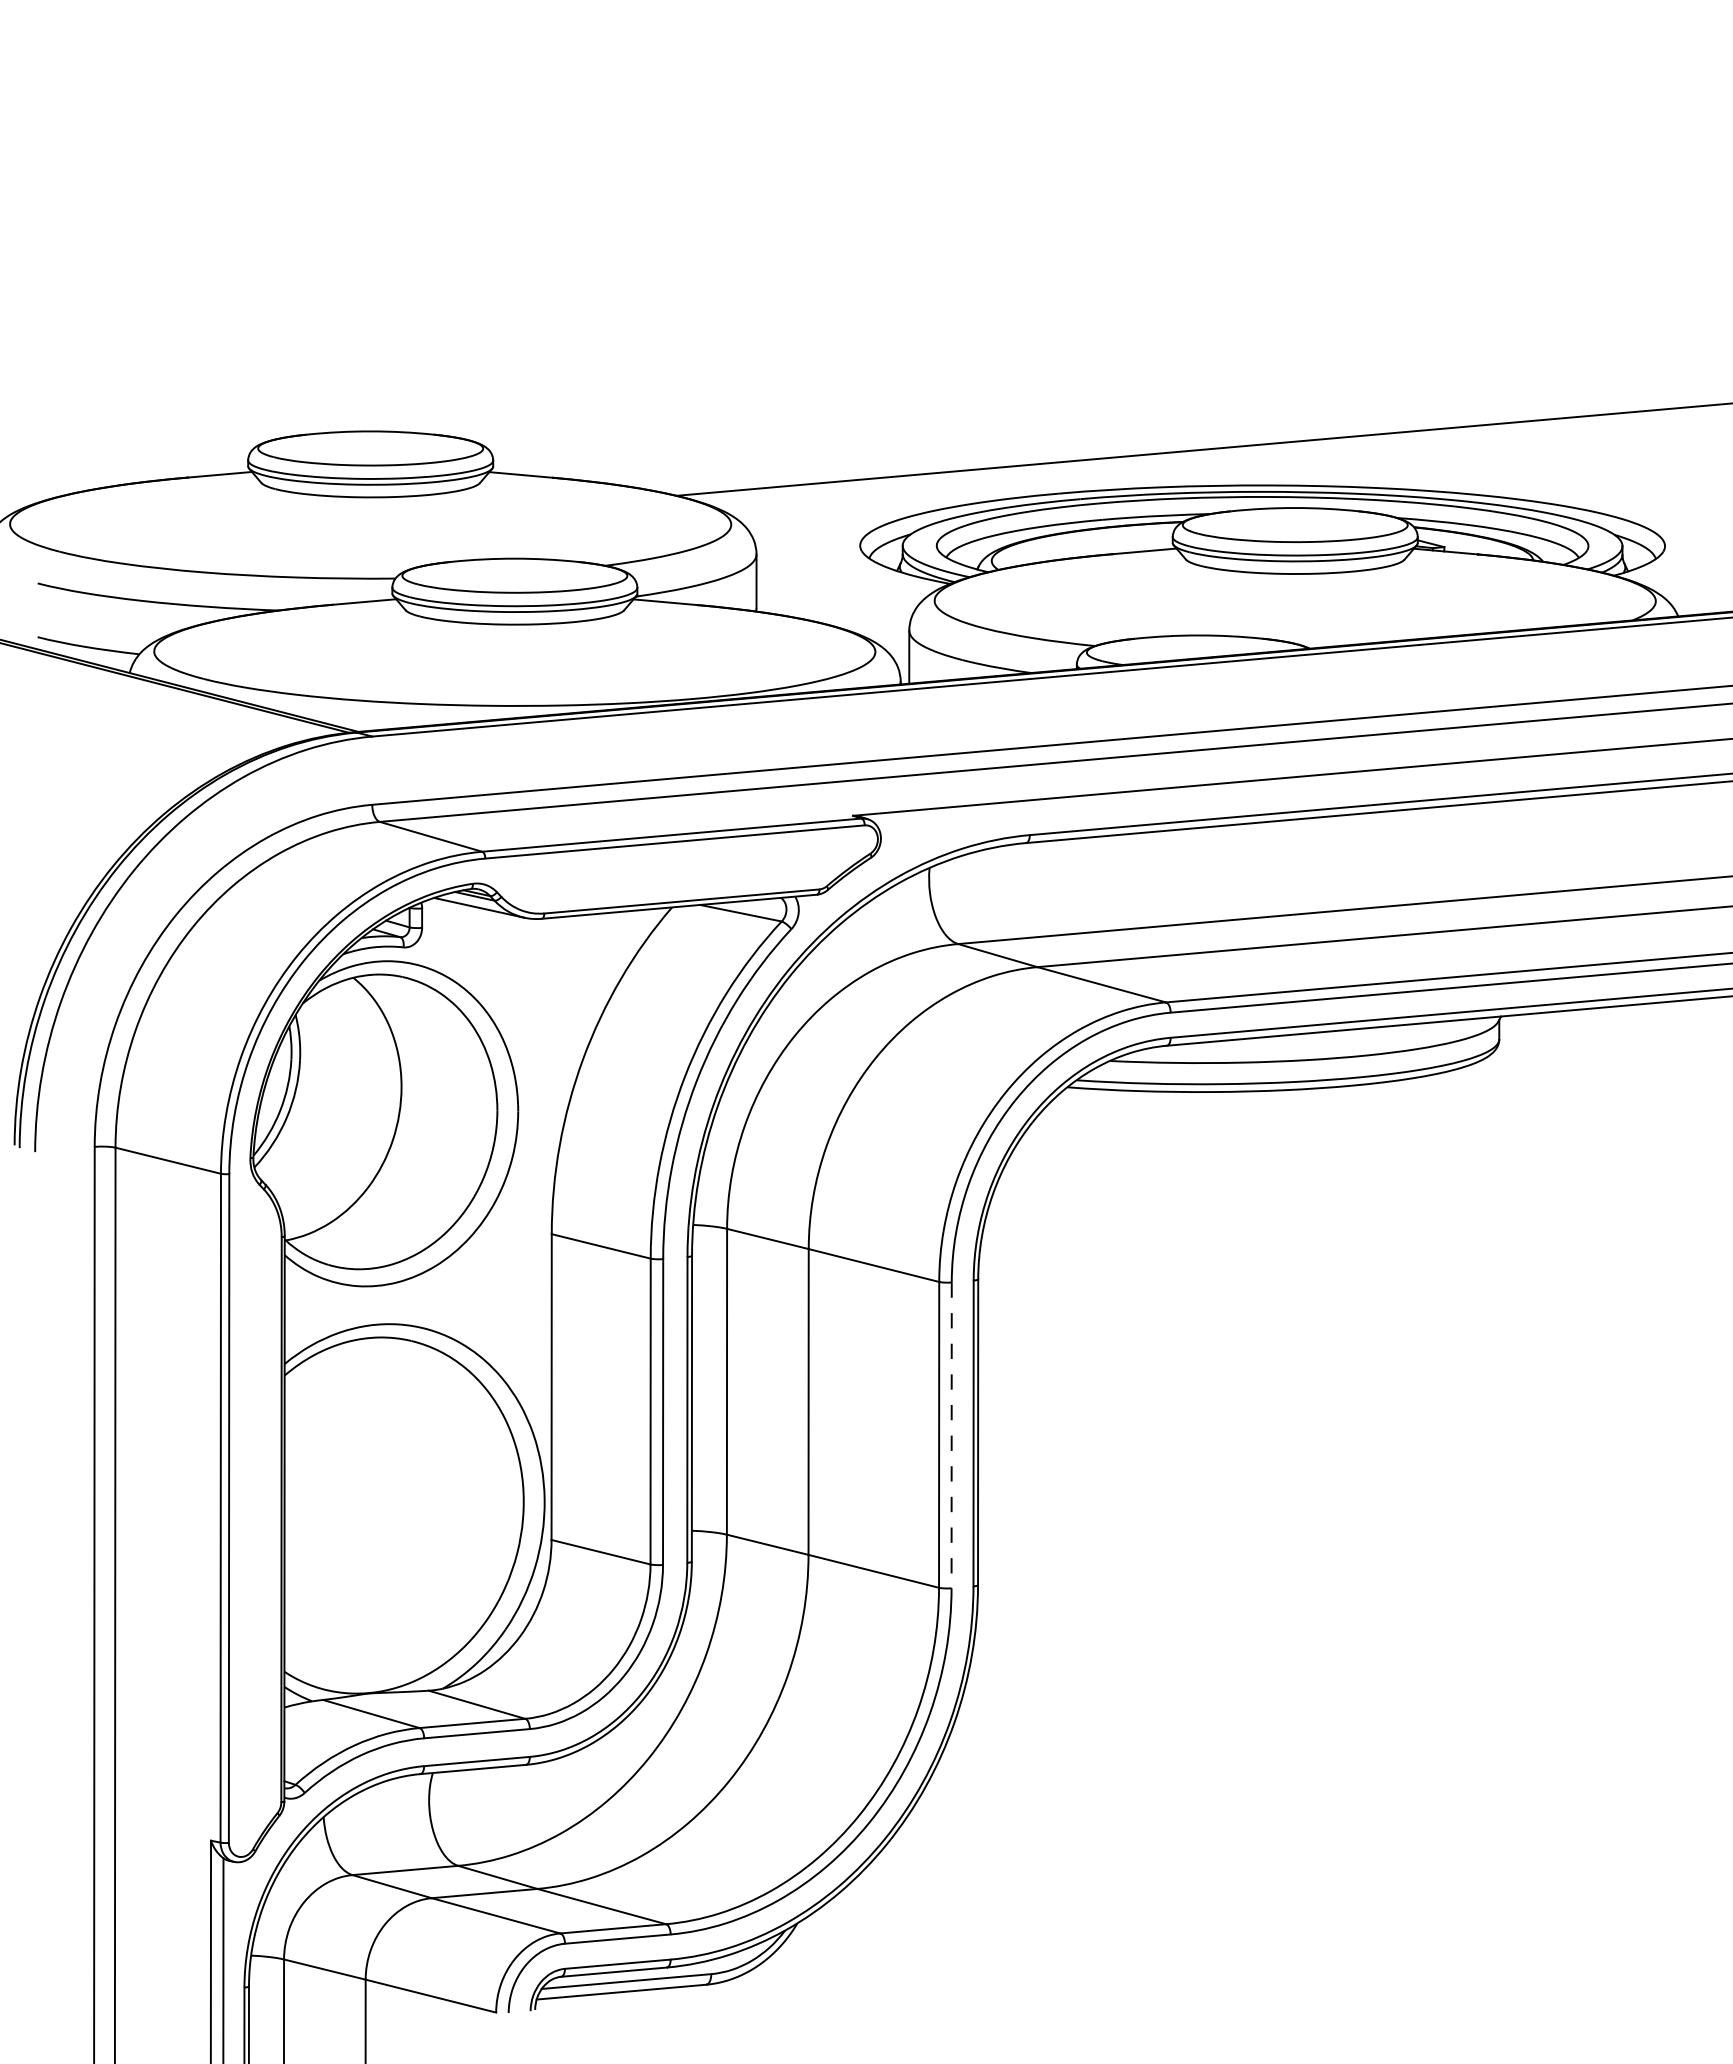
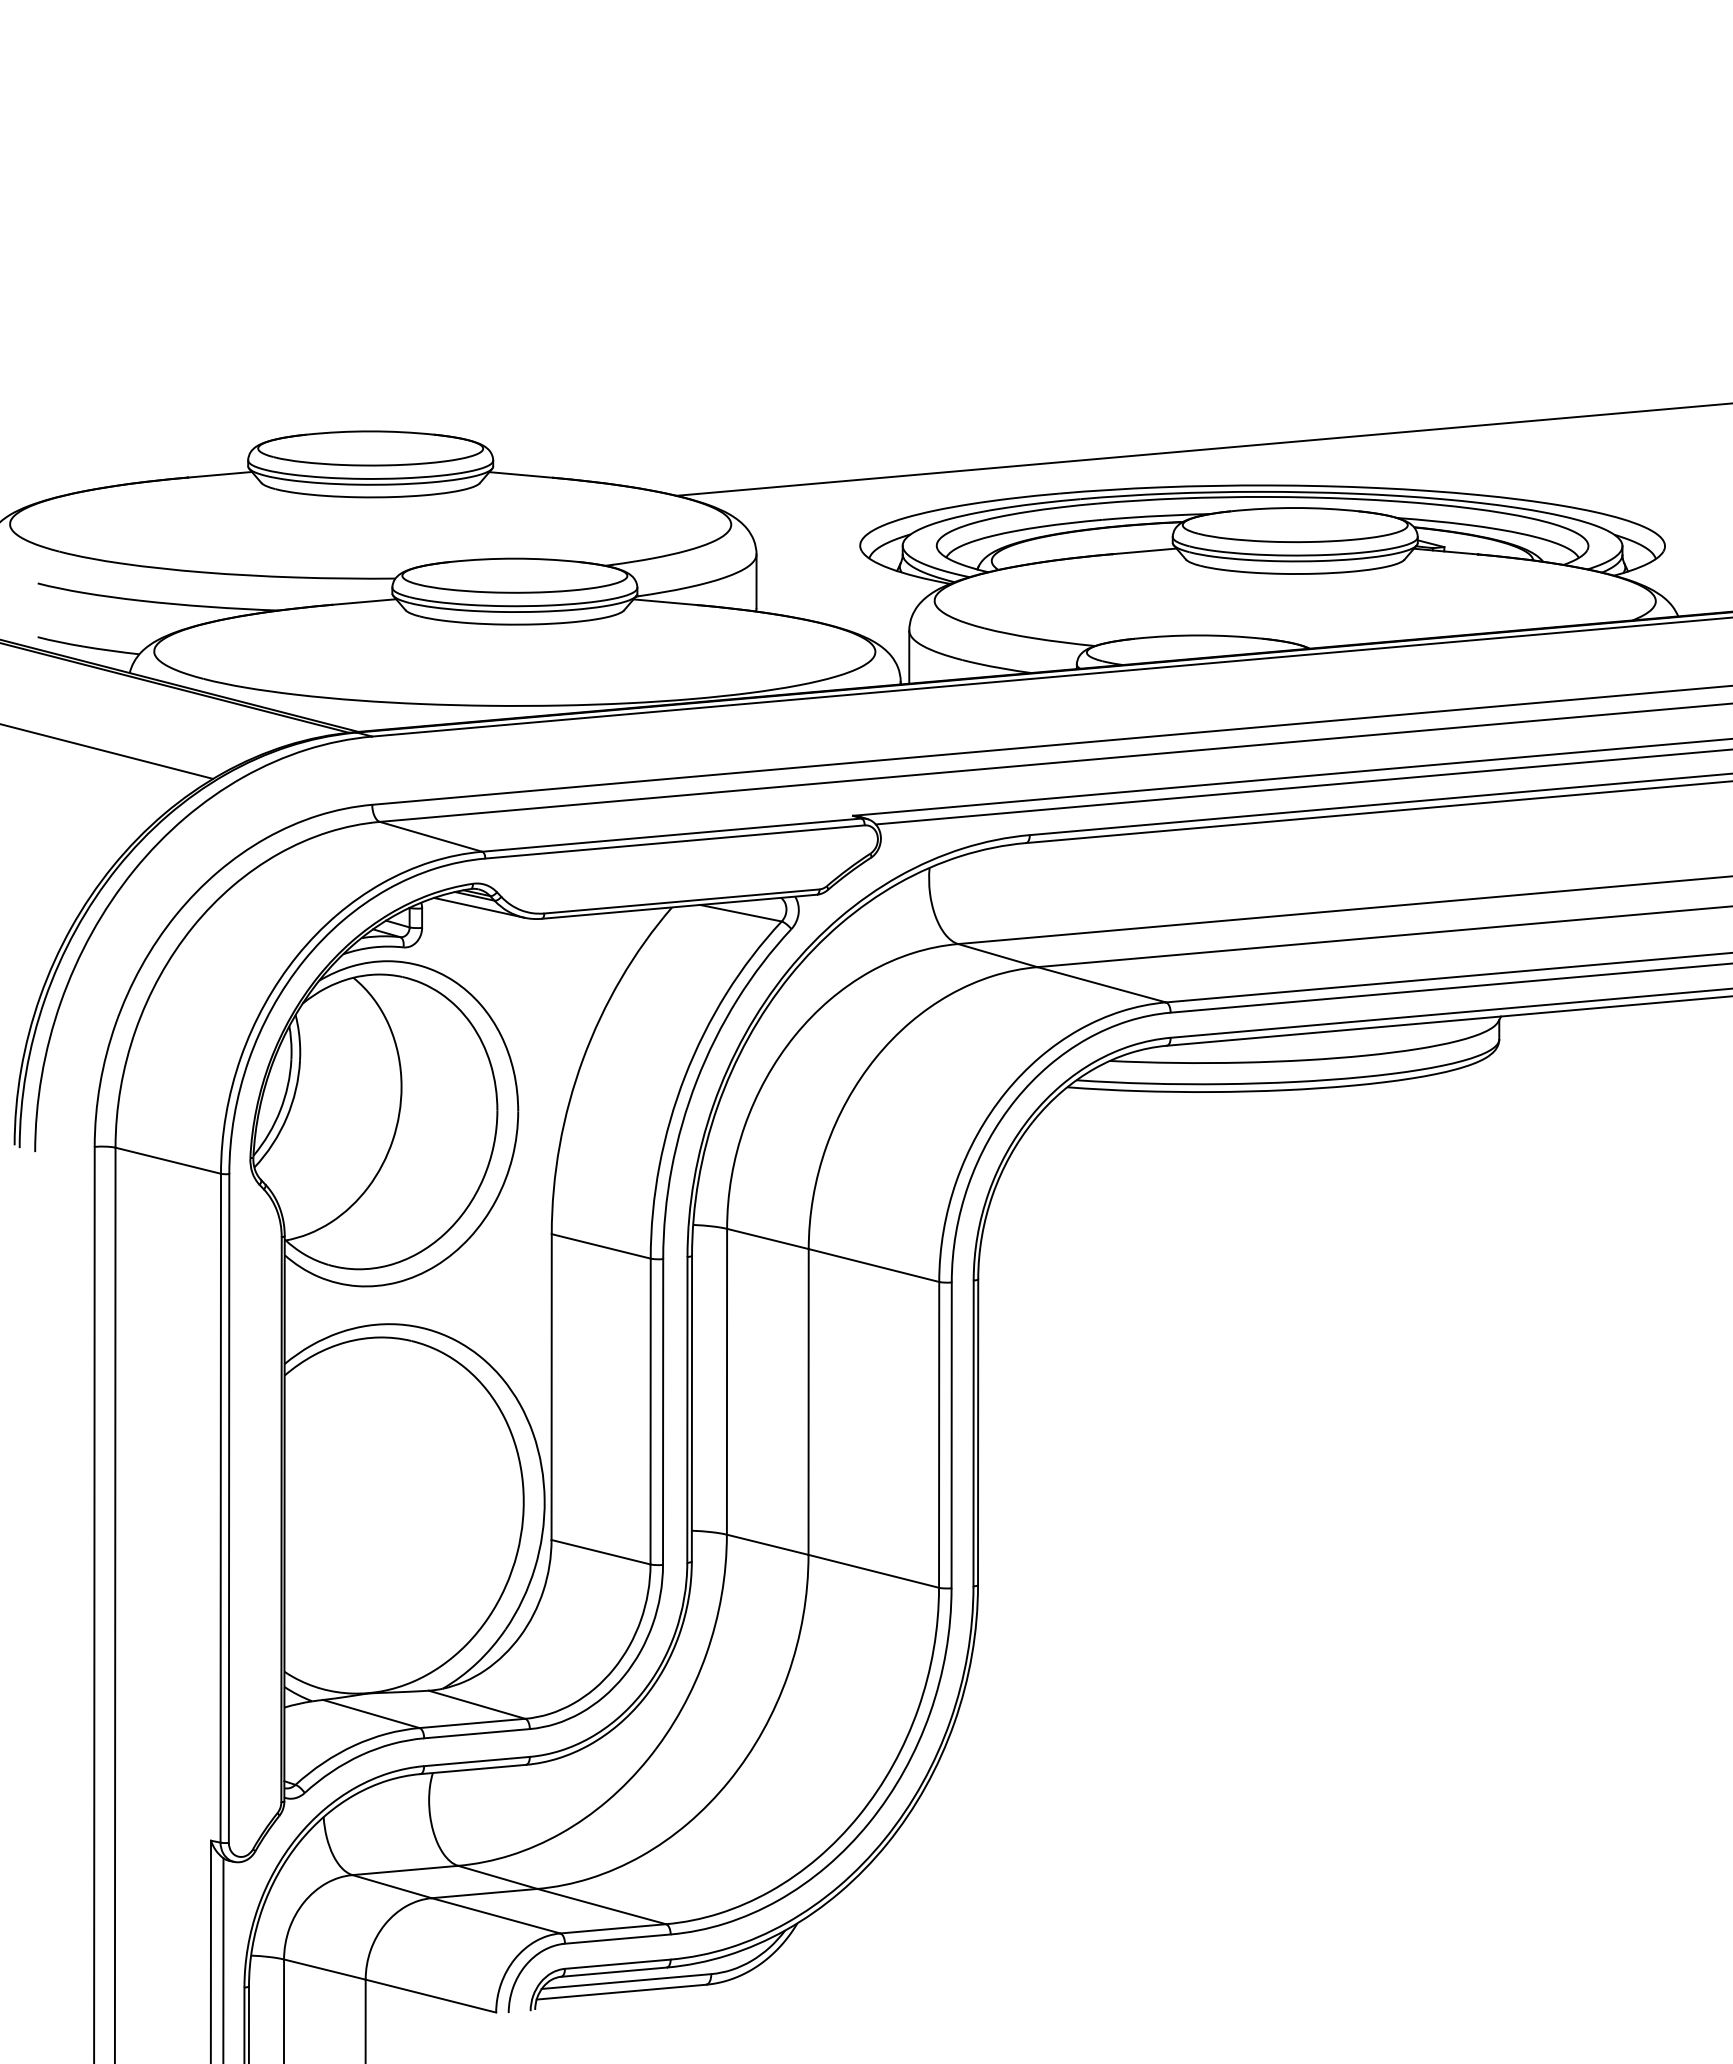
line at (107, 751): none -> present
line at (1302, 786): none -> present
line at (951, 1435): dashed -> solid
